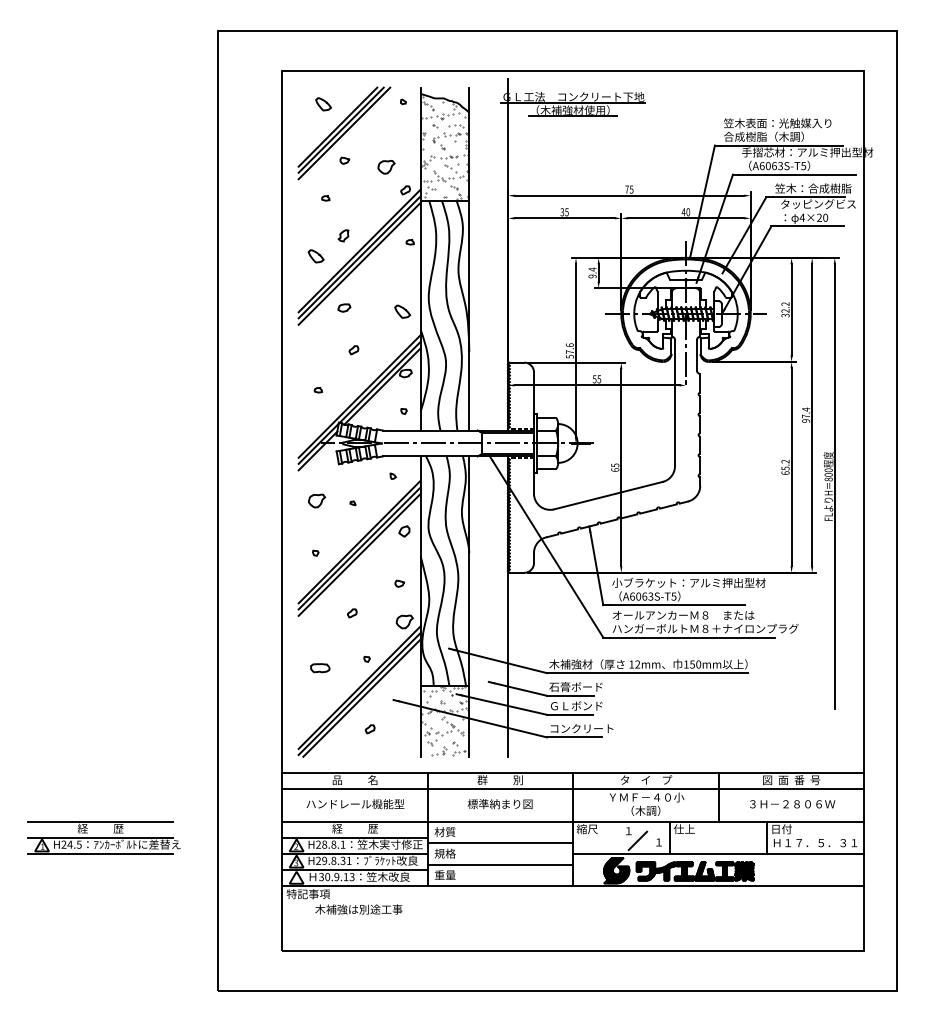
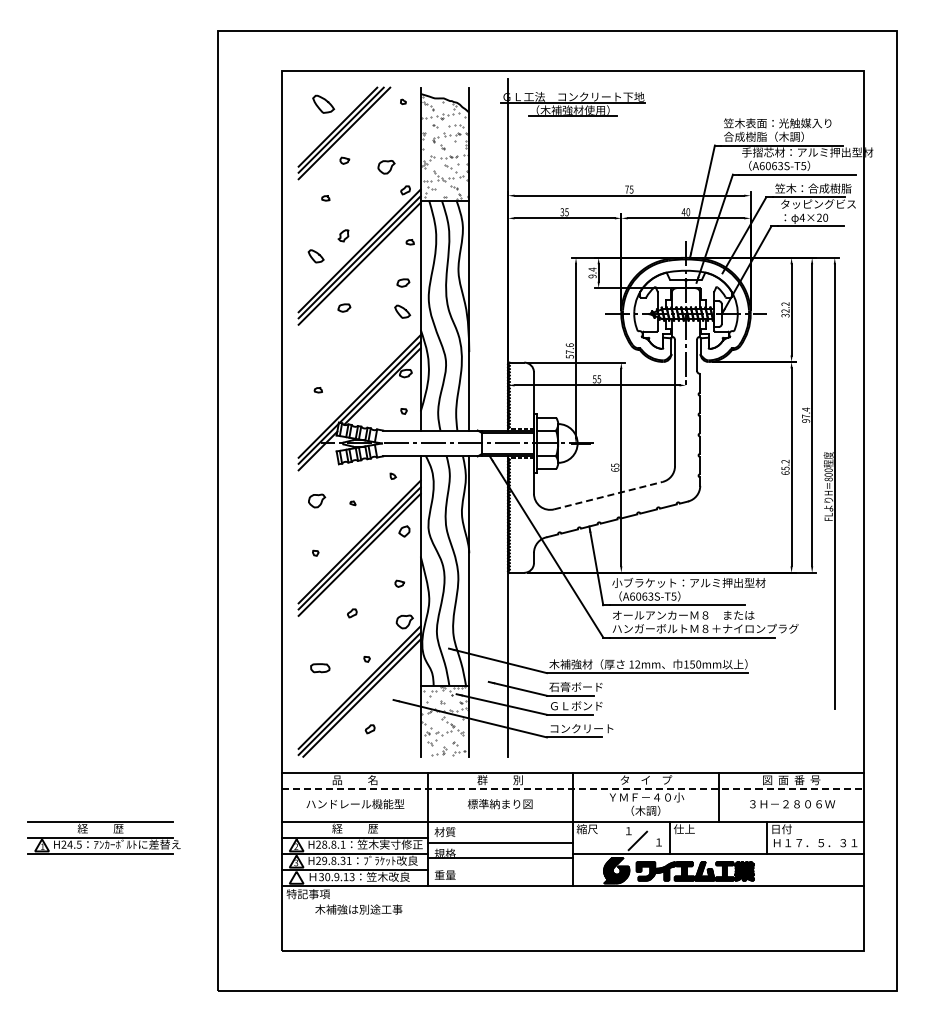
part at (323, 104) size: 17x15 px -> 24x20 px
part at (403, 282): none -> present
part at (353, 350): present -> none
line at (608, 495): solid -> dashed
line at (573, 789): solid -> dashed
line at (500, 864) position: (500, 864) -> (500, 857)
